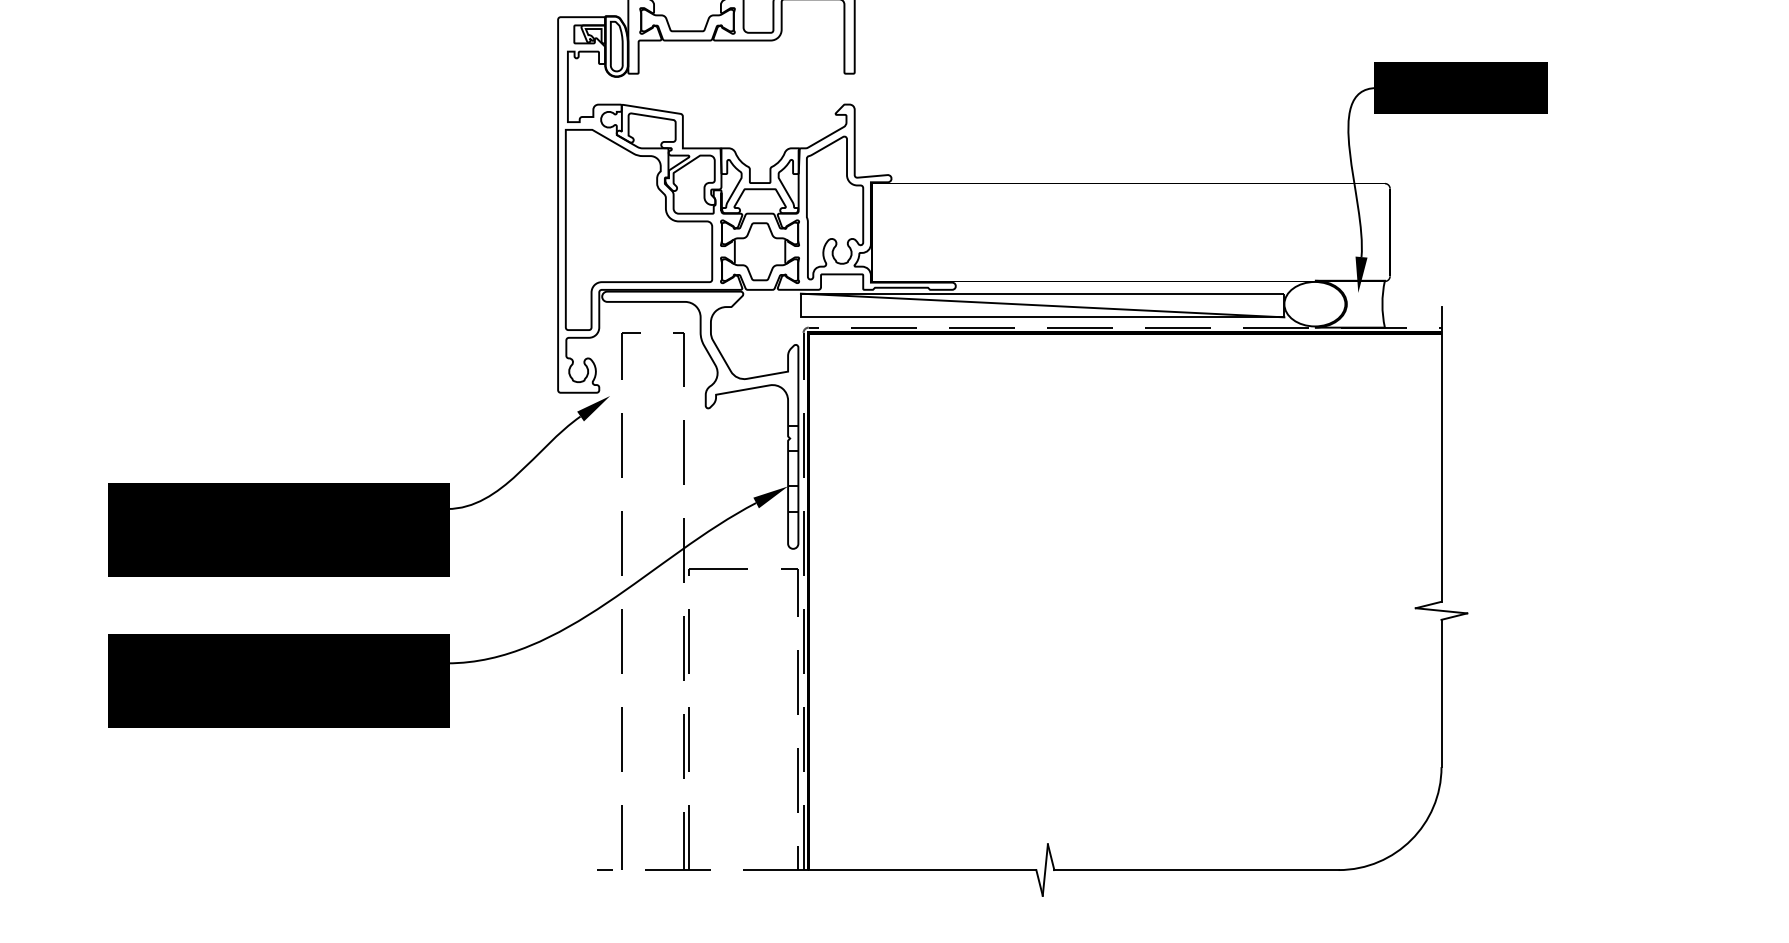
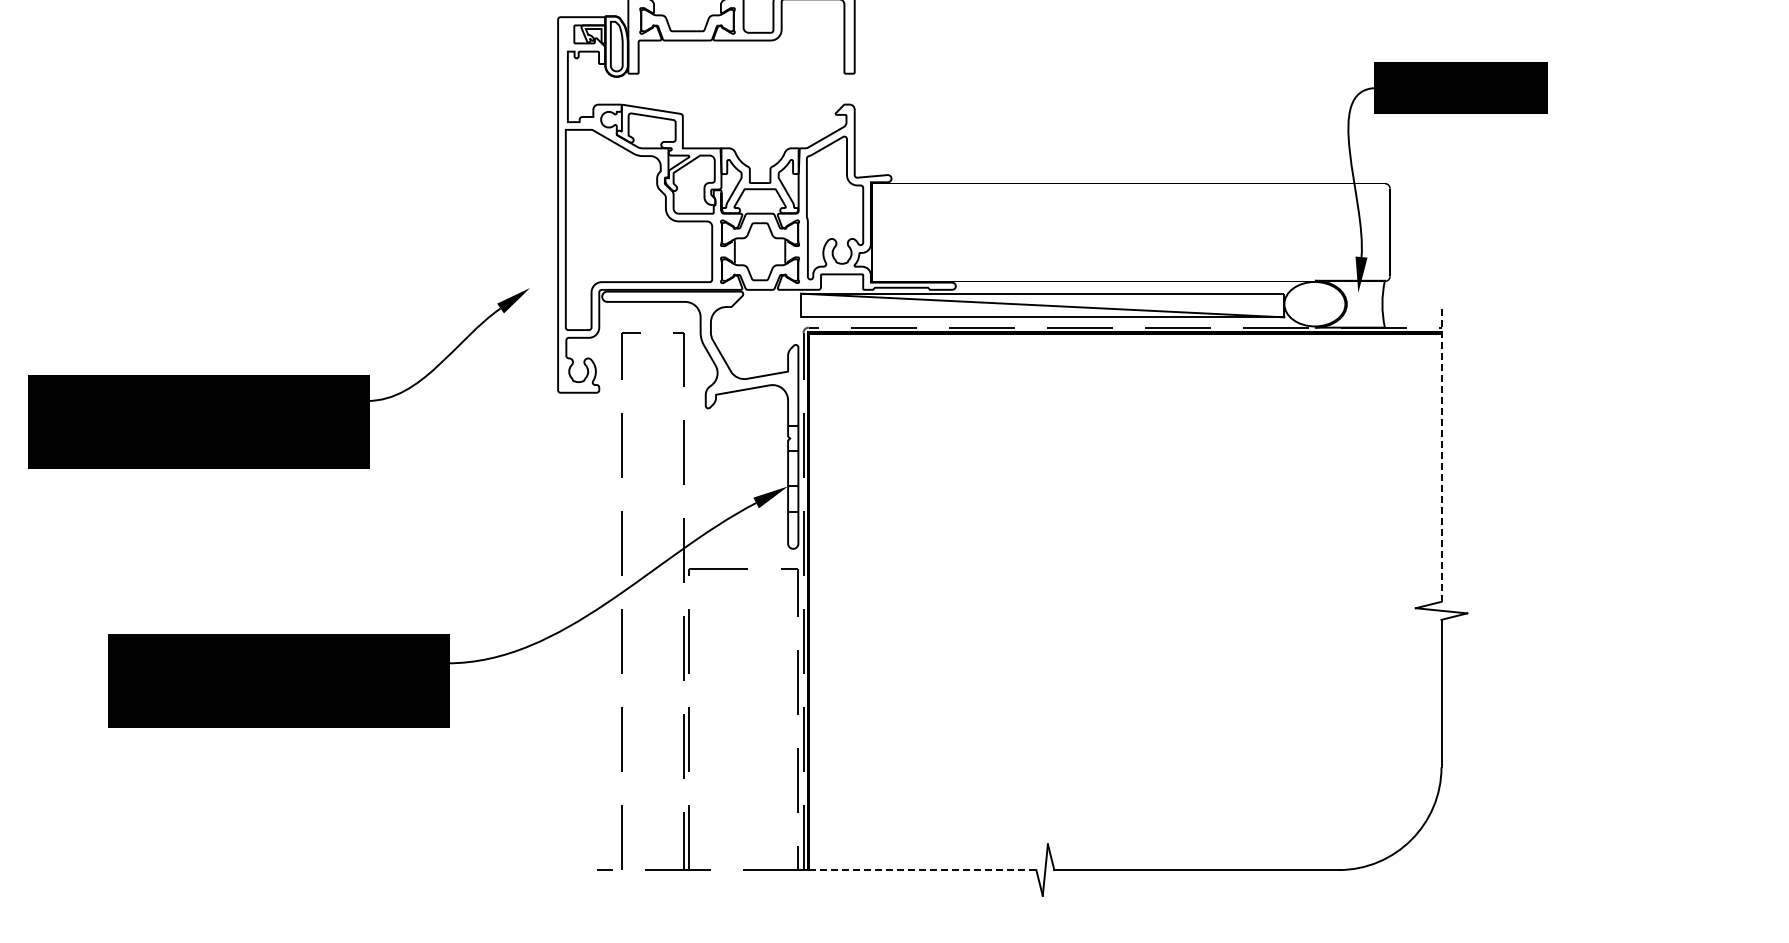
line at (1441, 453): solid -> dashed
part at (358, 486) position: (358, 486) -> (278, 378)
line at (922, 870): solid -> dashed
